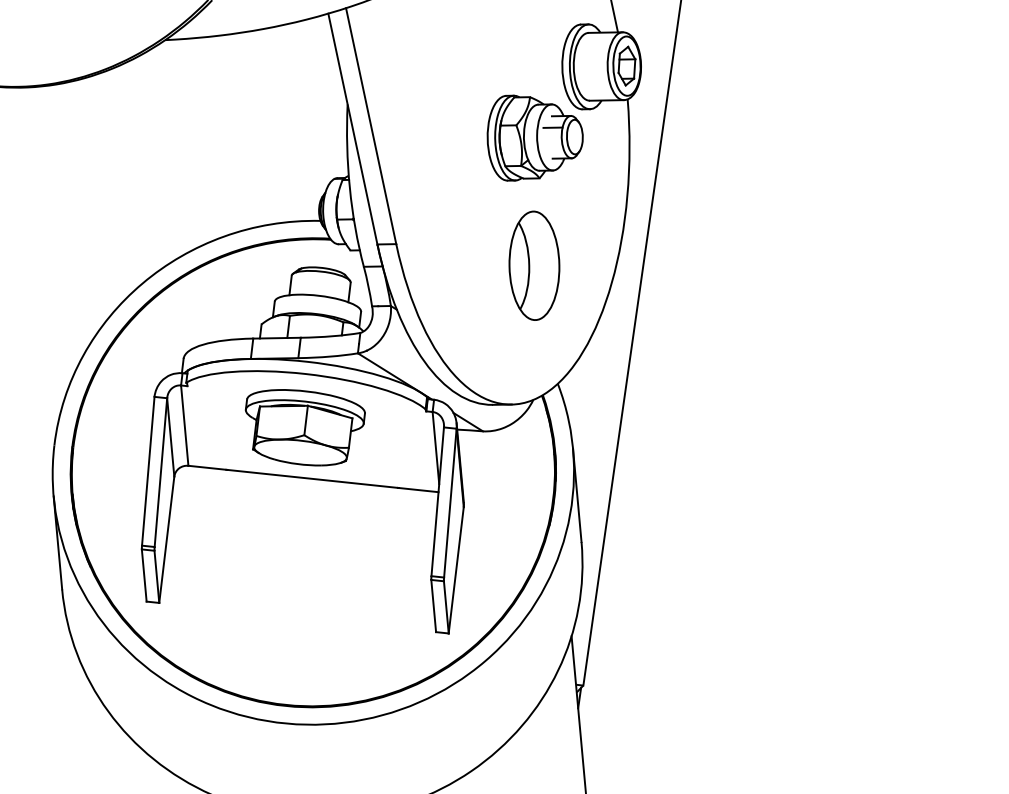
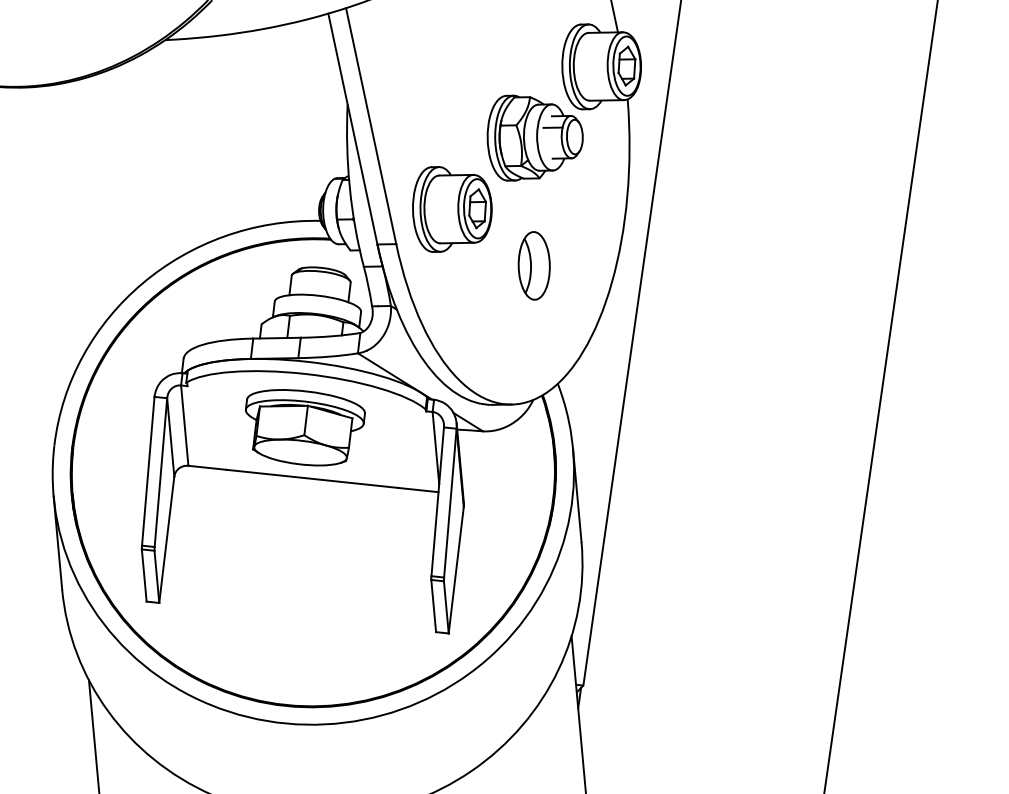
part at (452, 209): none -> present
part at (534, 265) size: 53x111 px -> 34x70 px
line at (880, 396): none -> present
line at (93, 735): none -> present
